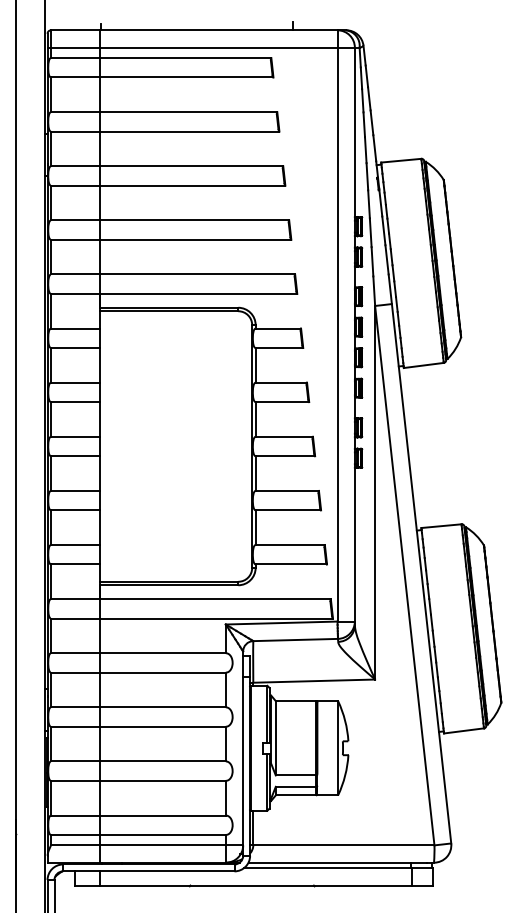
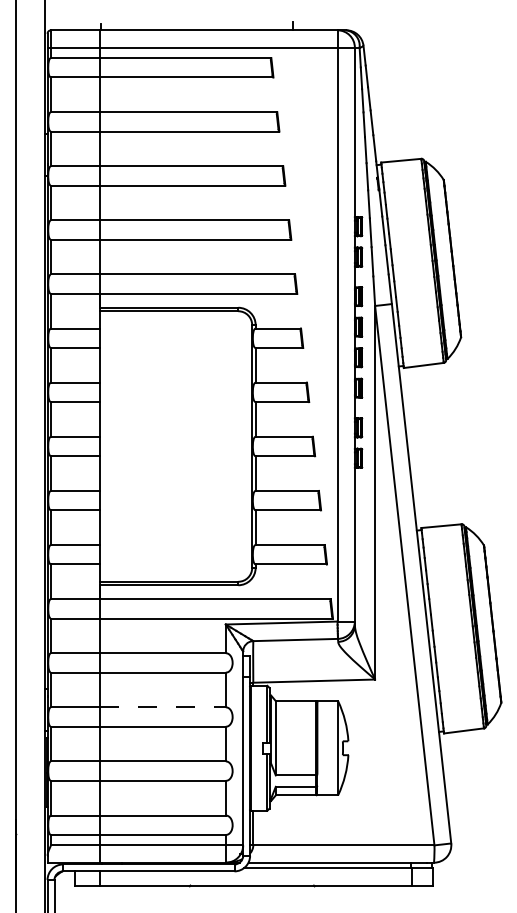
line at (163, 707): solid -> dashed
